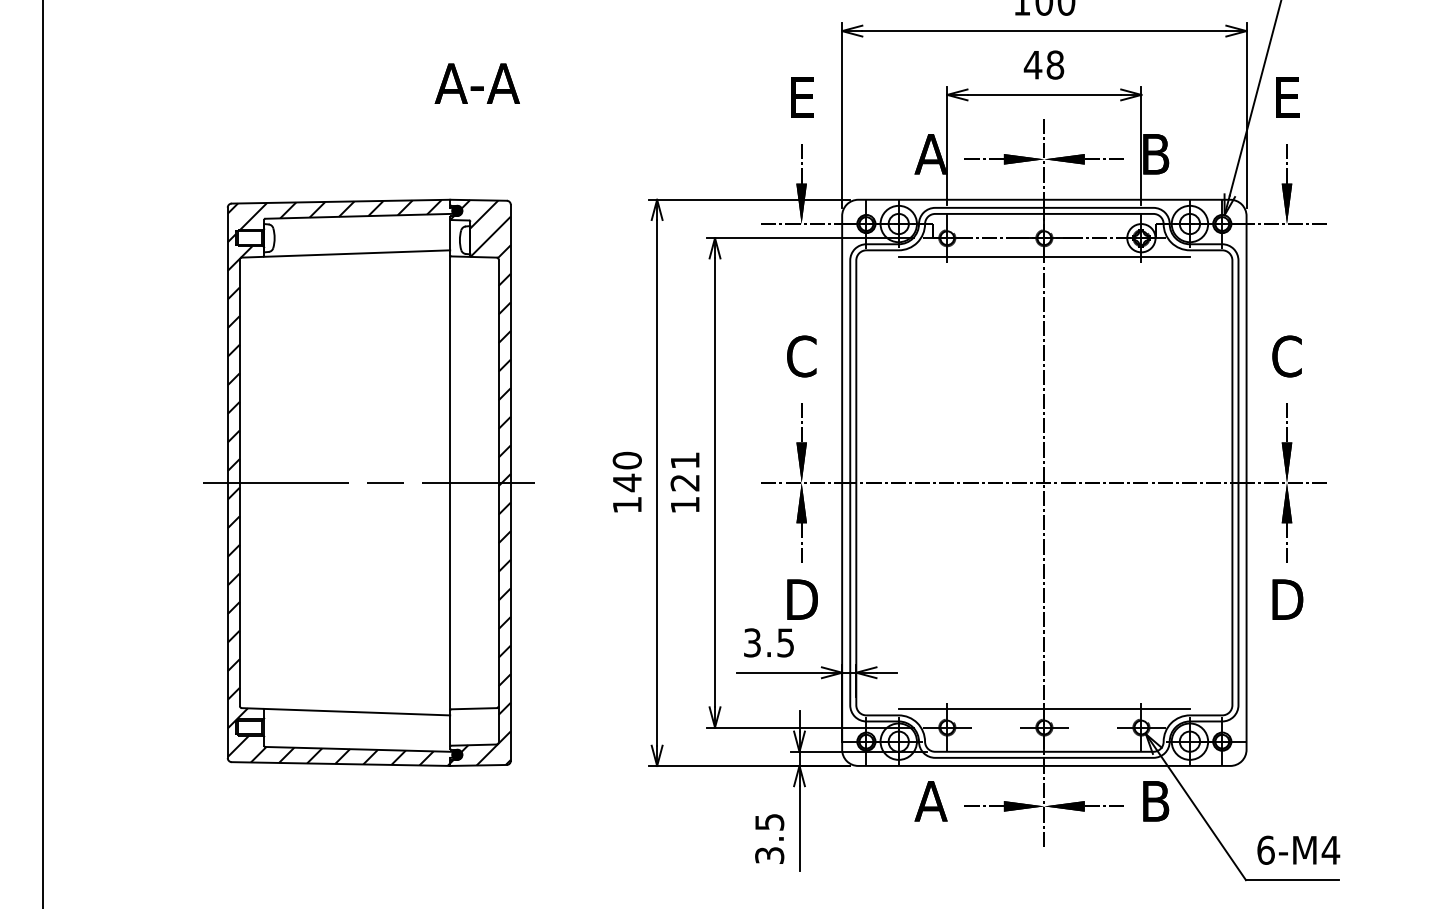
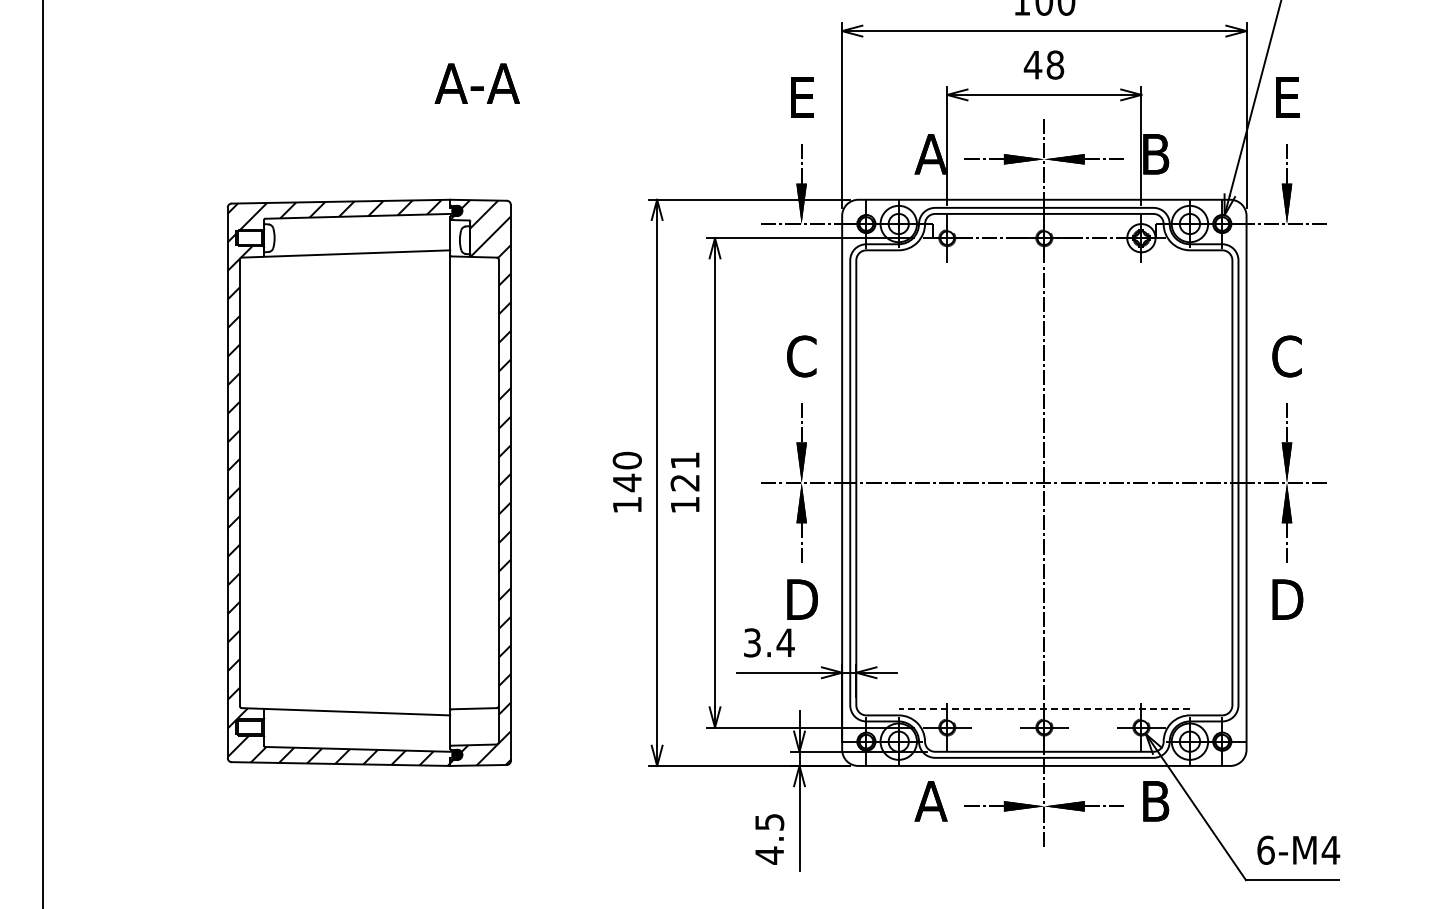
line at (1043, 256): present -> none
line at (369, 482): present -> none
text at (785, 642): 3.5 -> 3.4
line at (1044, 708): solid -> dashed
text at (769, 855): 3.5 -> 4.5
